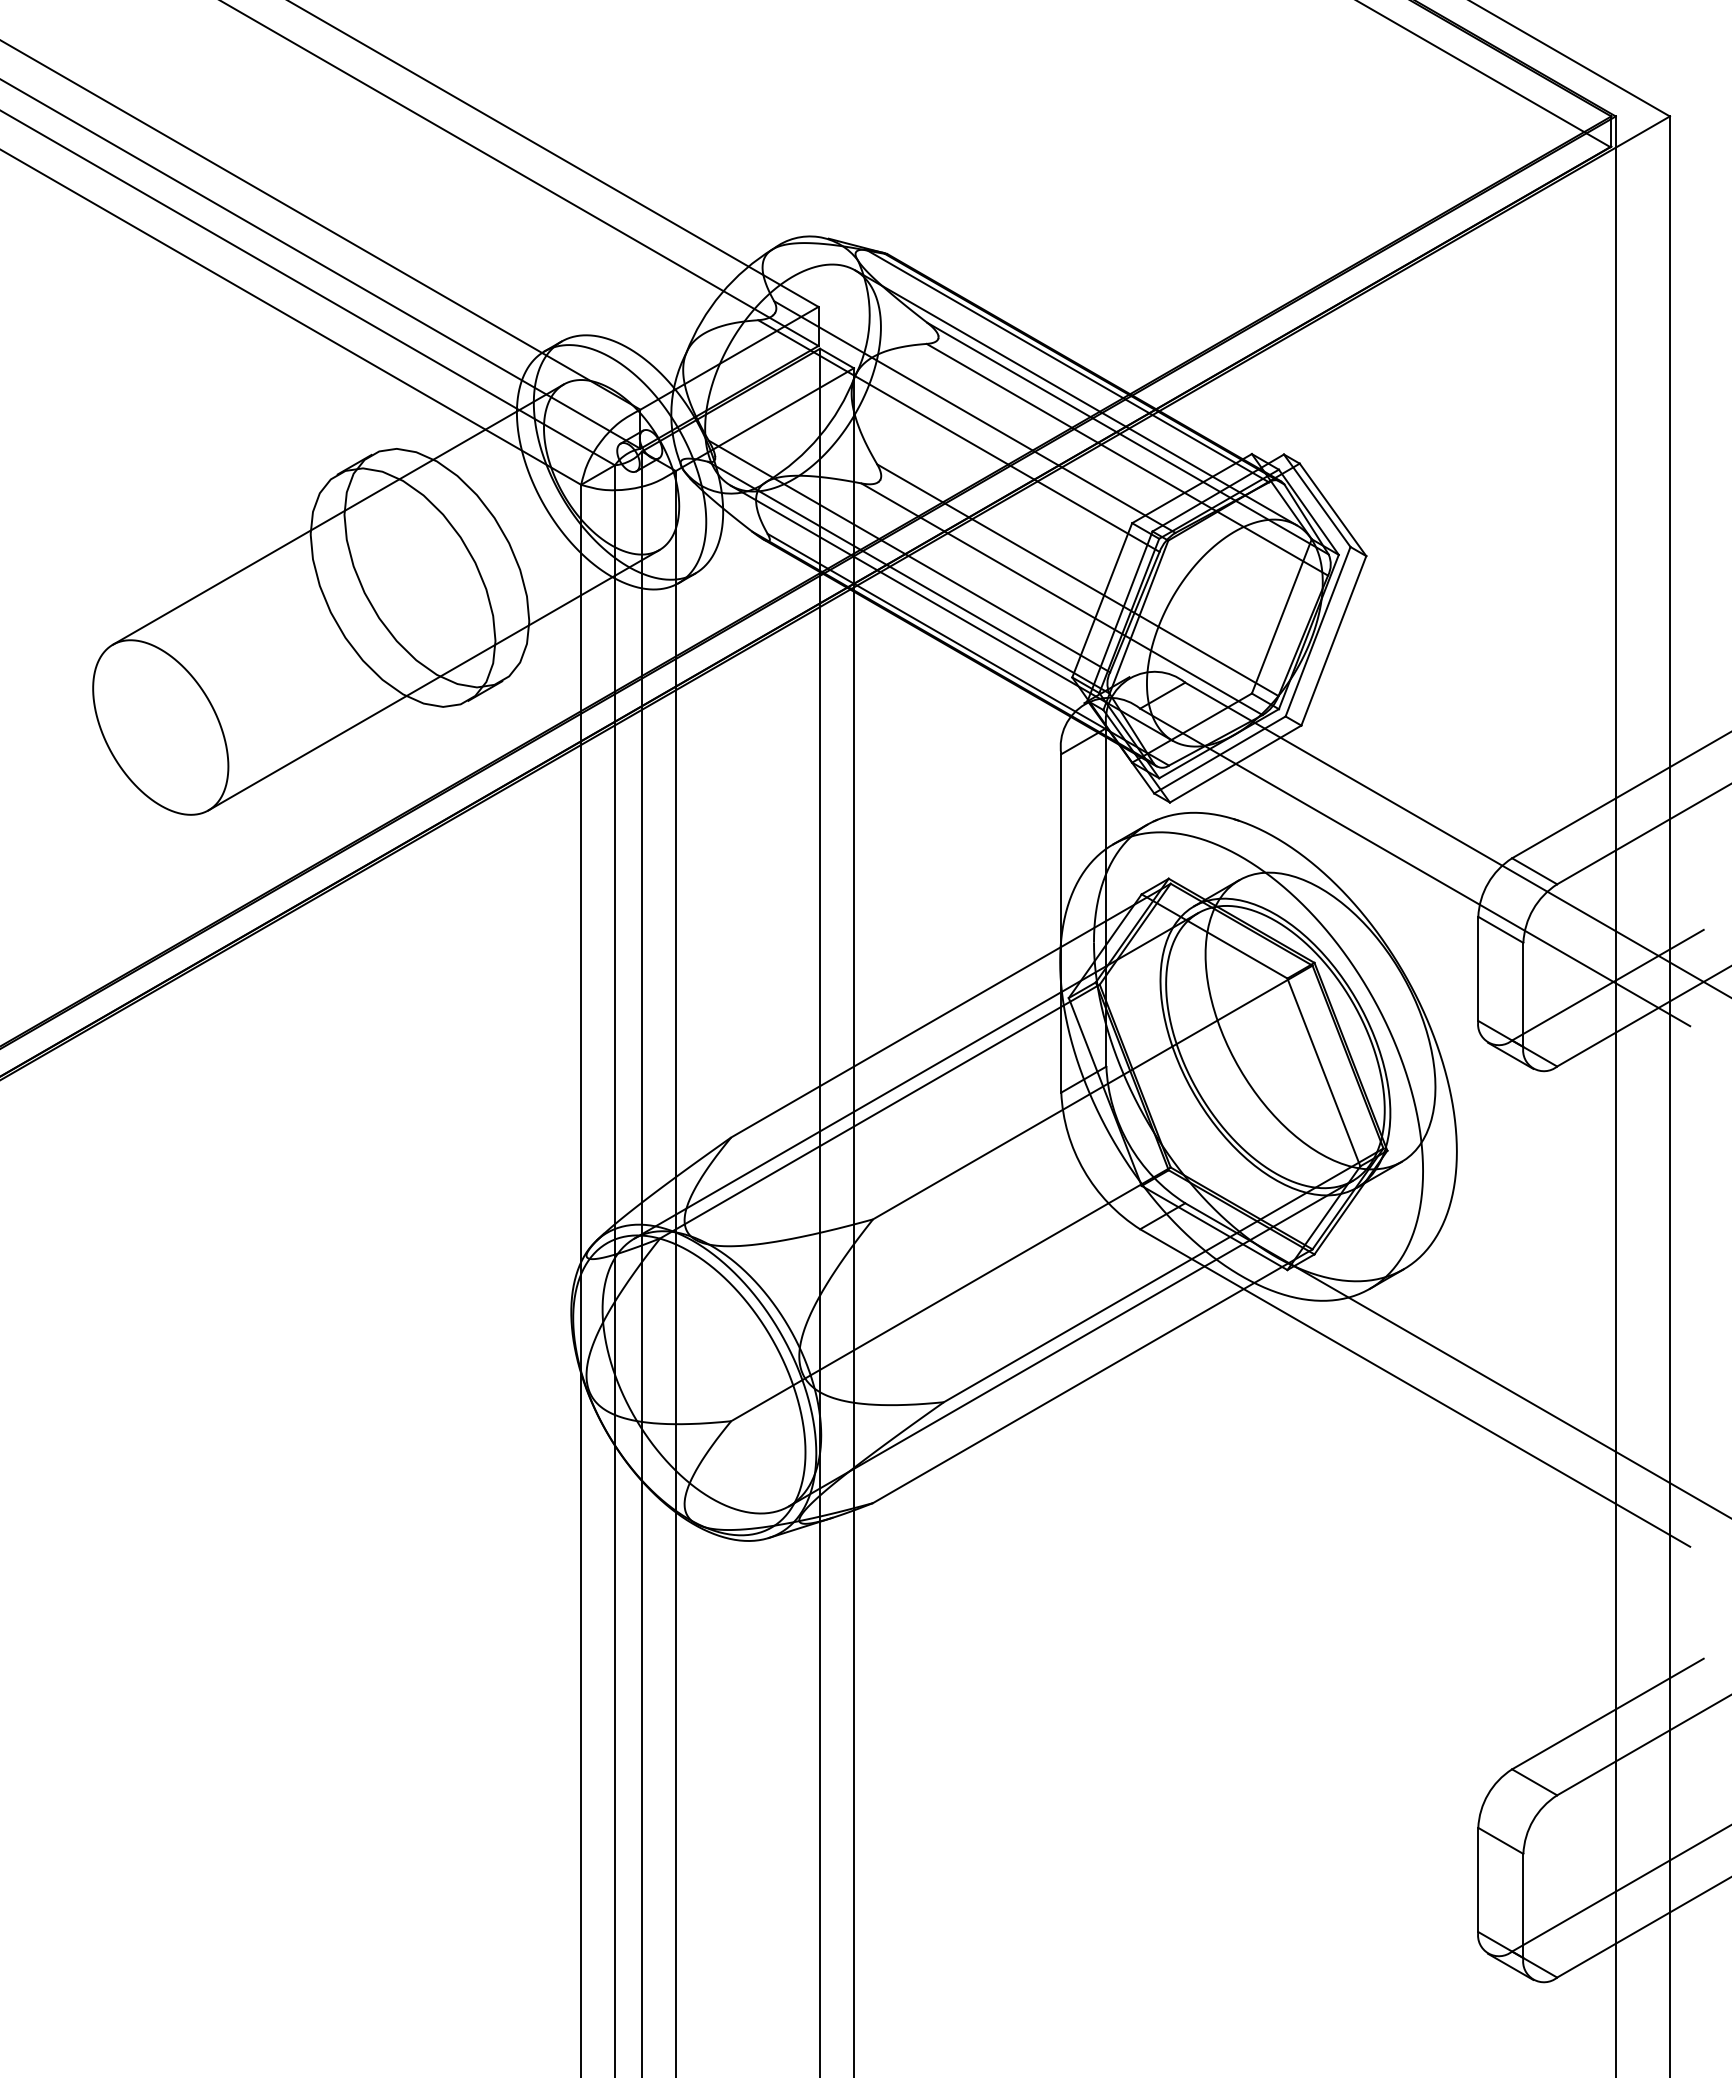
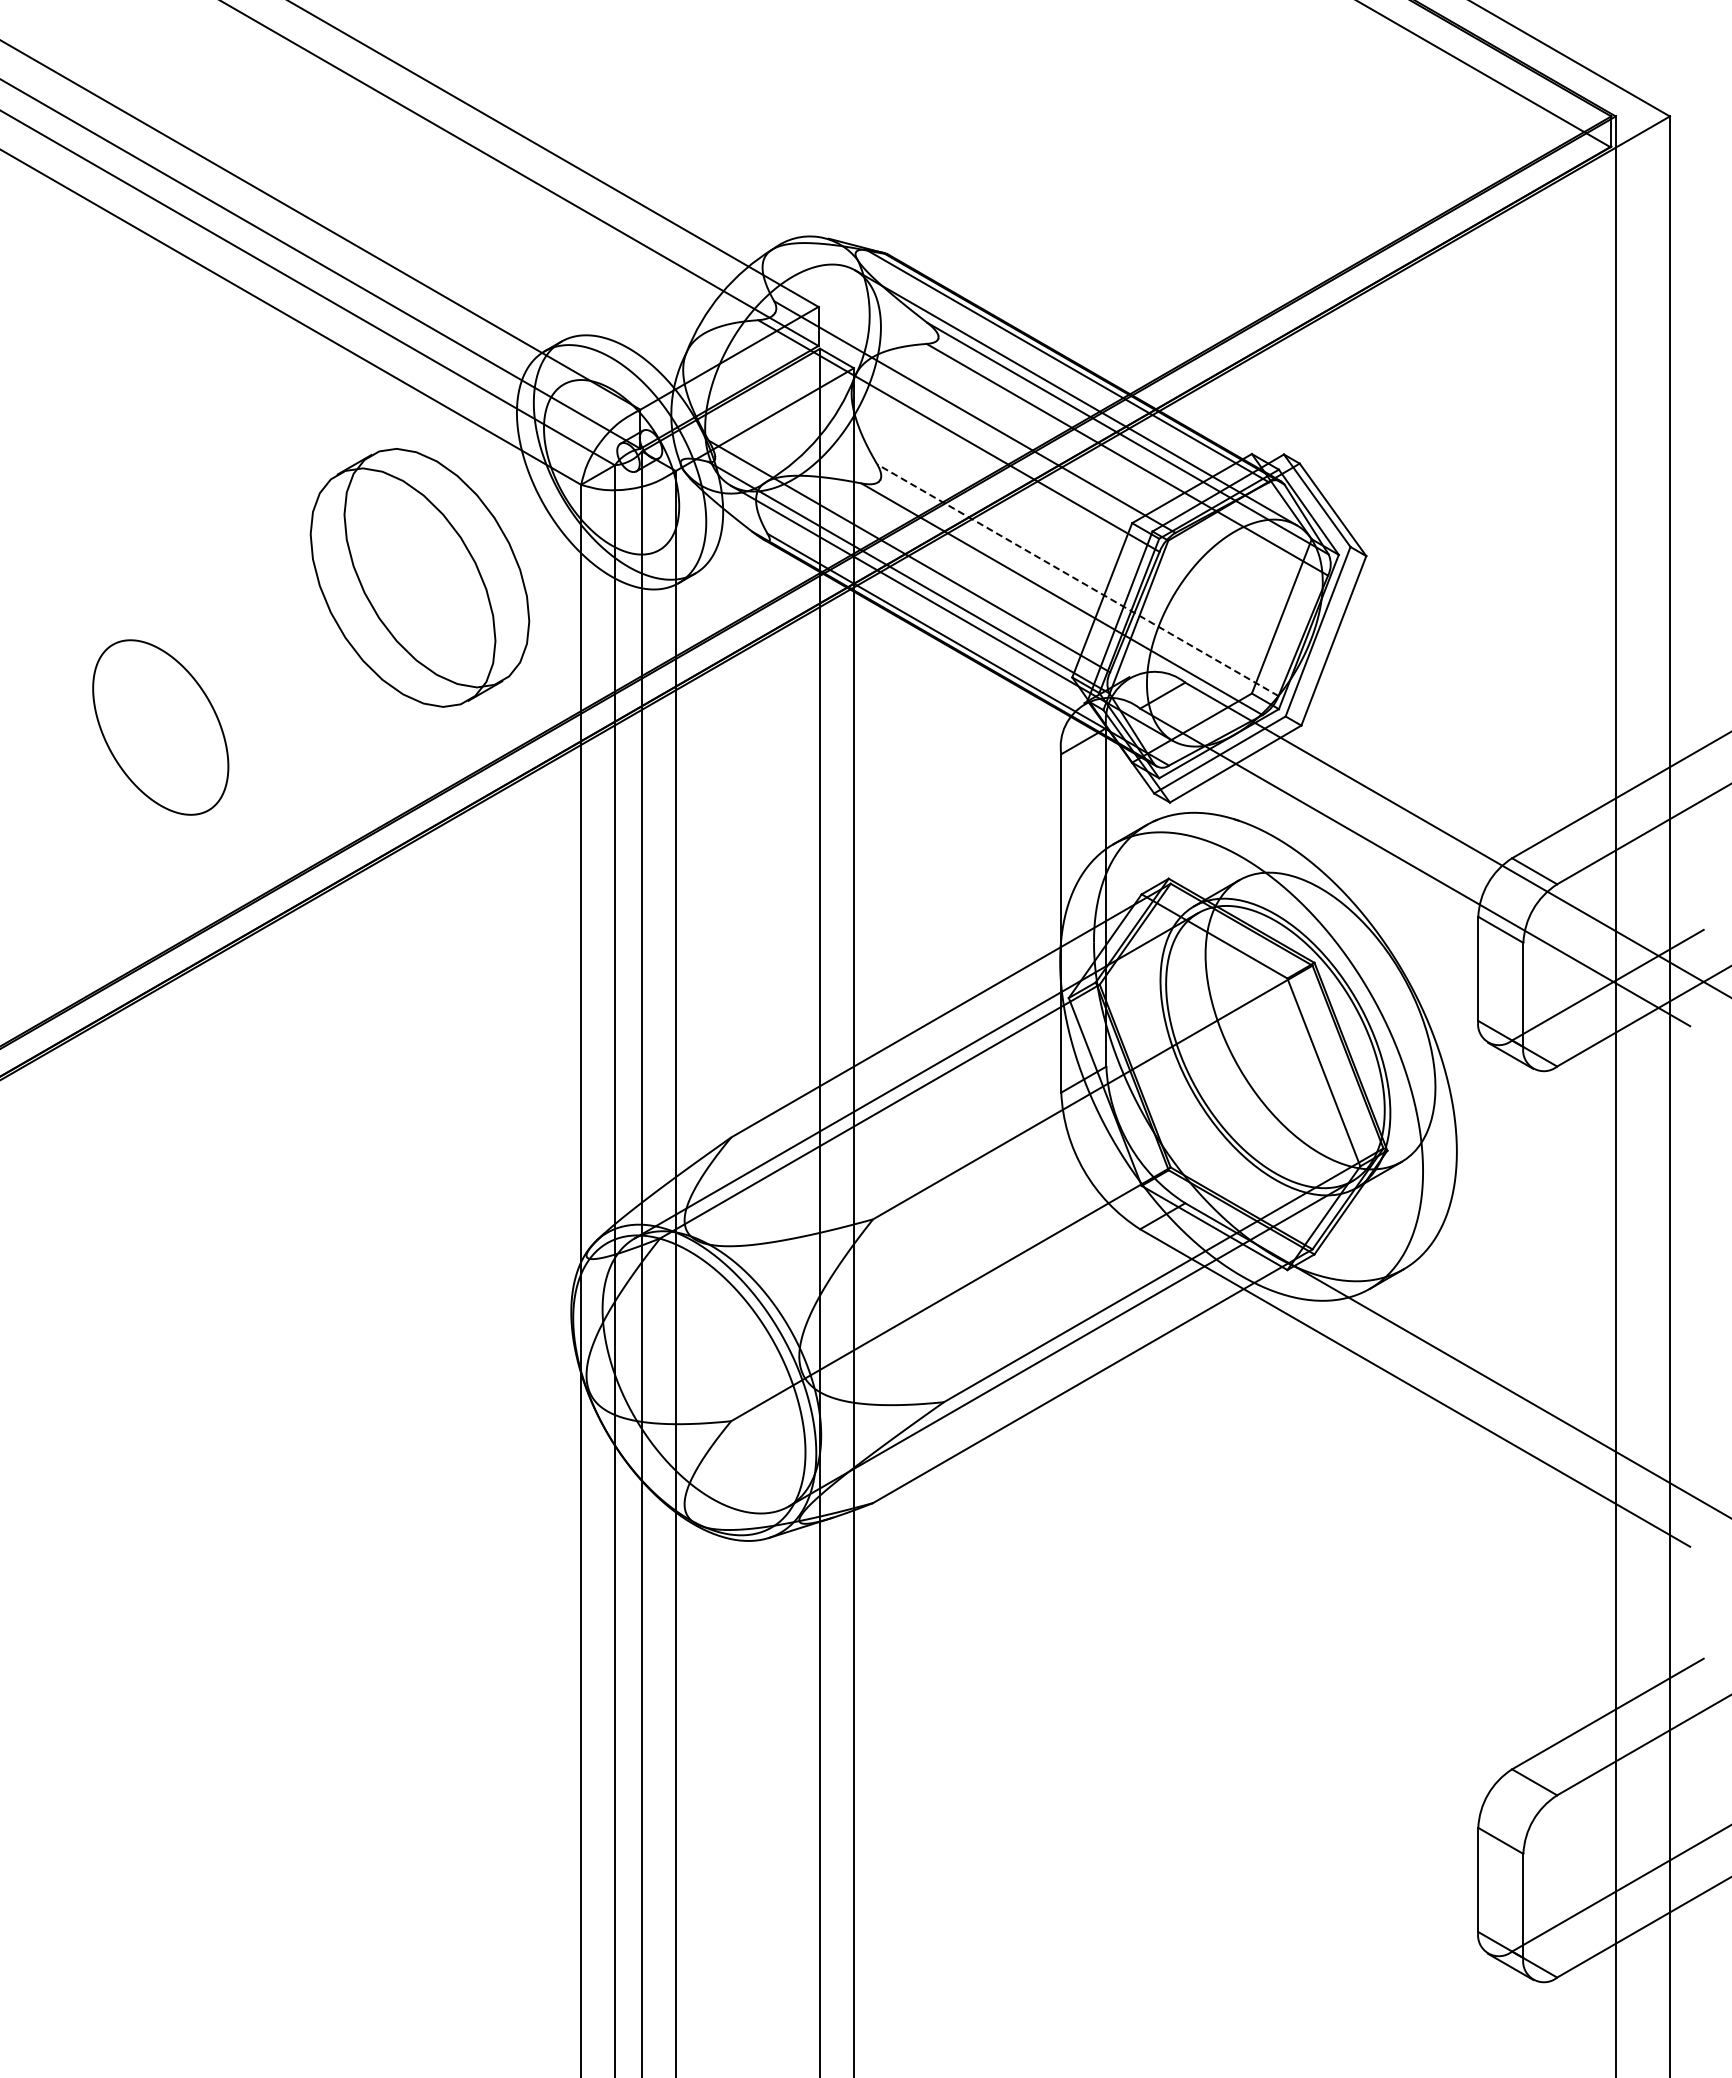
line at (337, 514): present -> none
line at (1077, 580): solid -> dashed
line at (433, 680): present -> none
